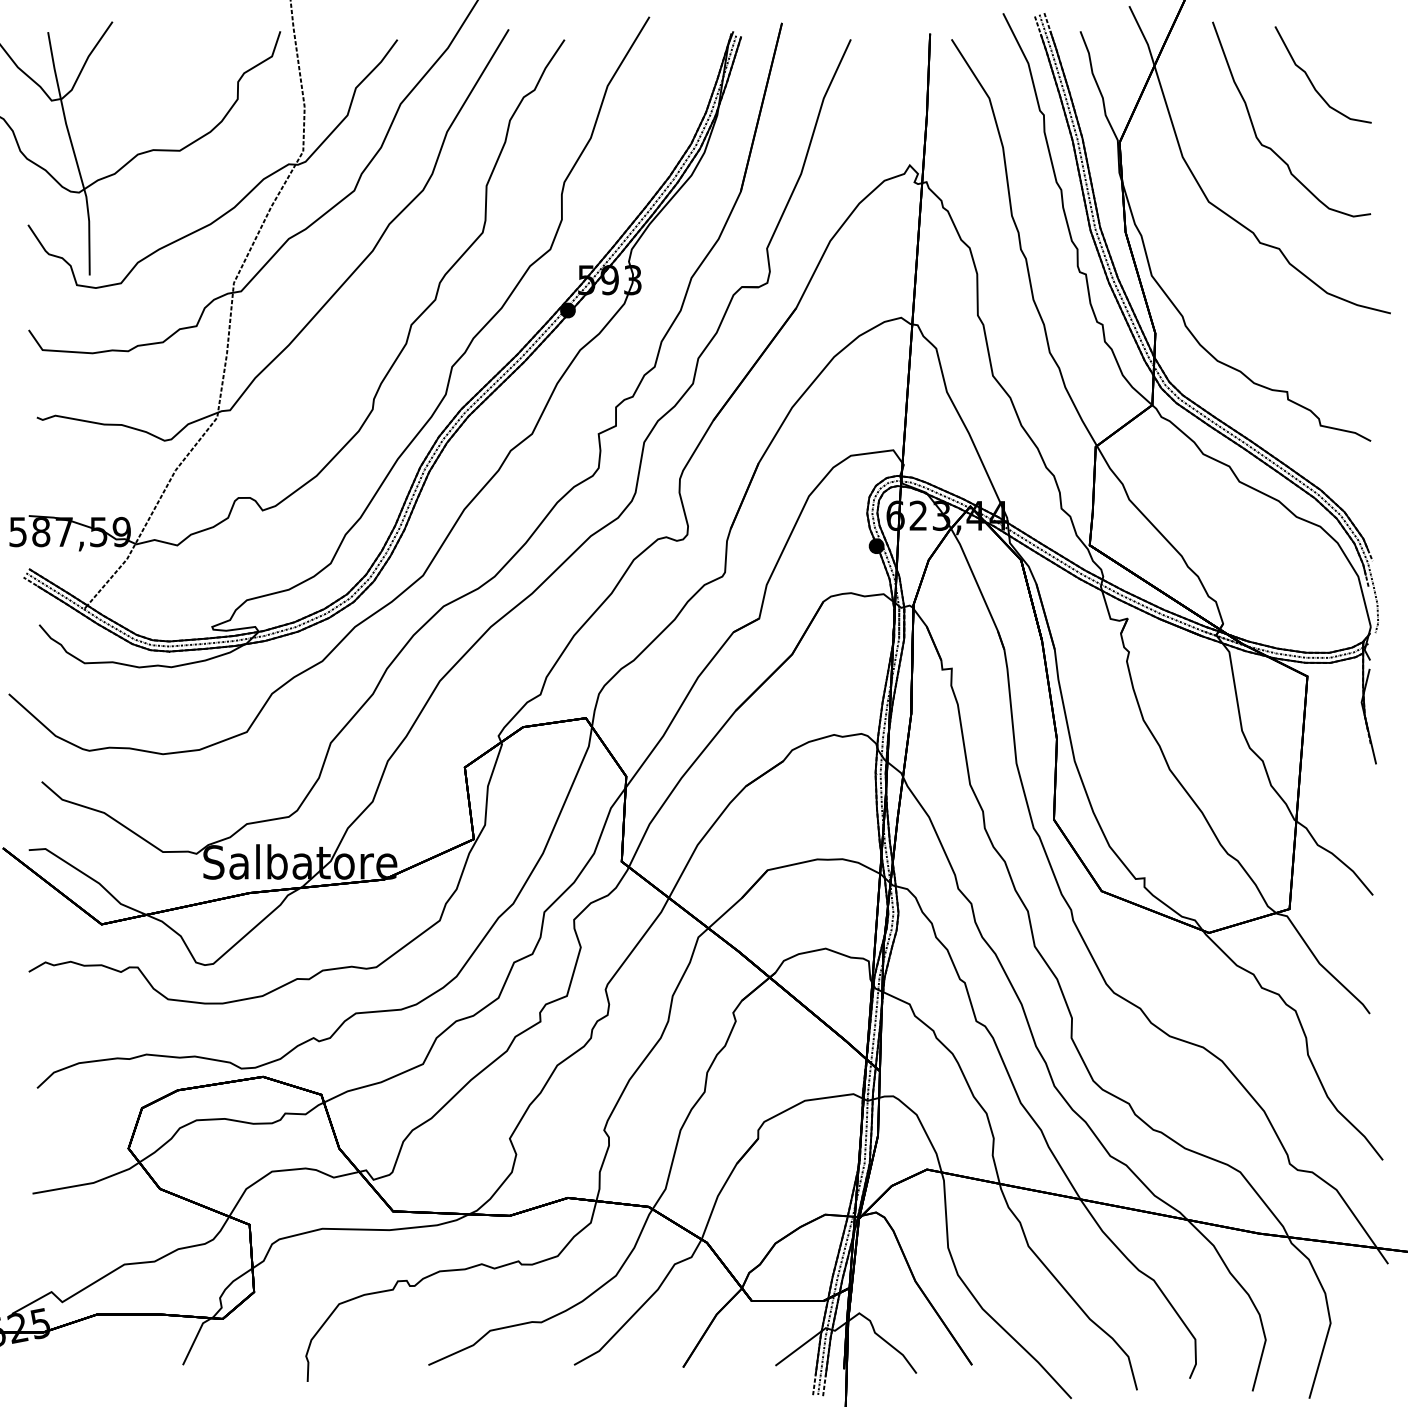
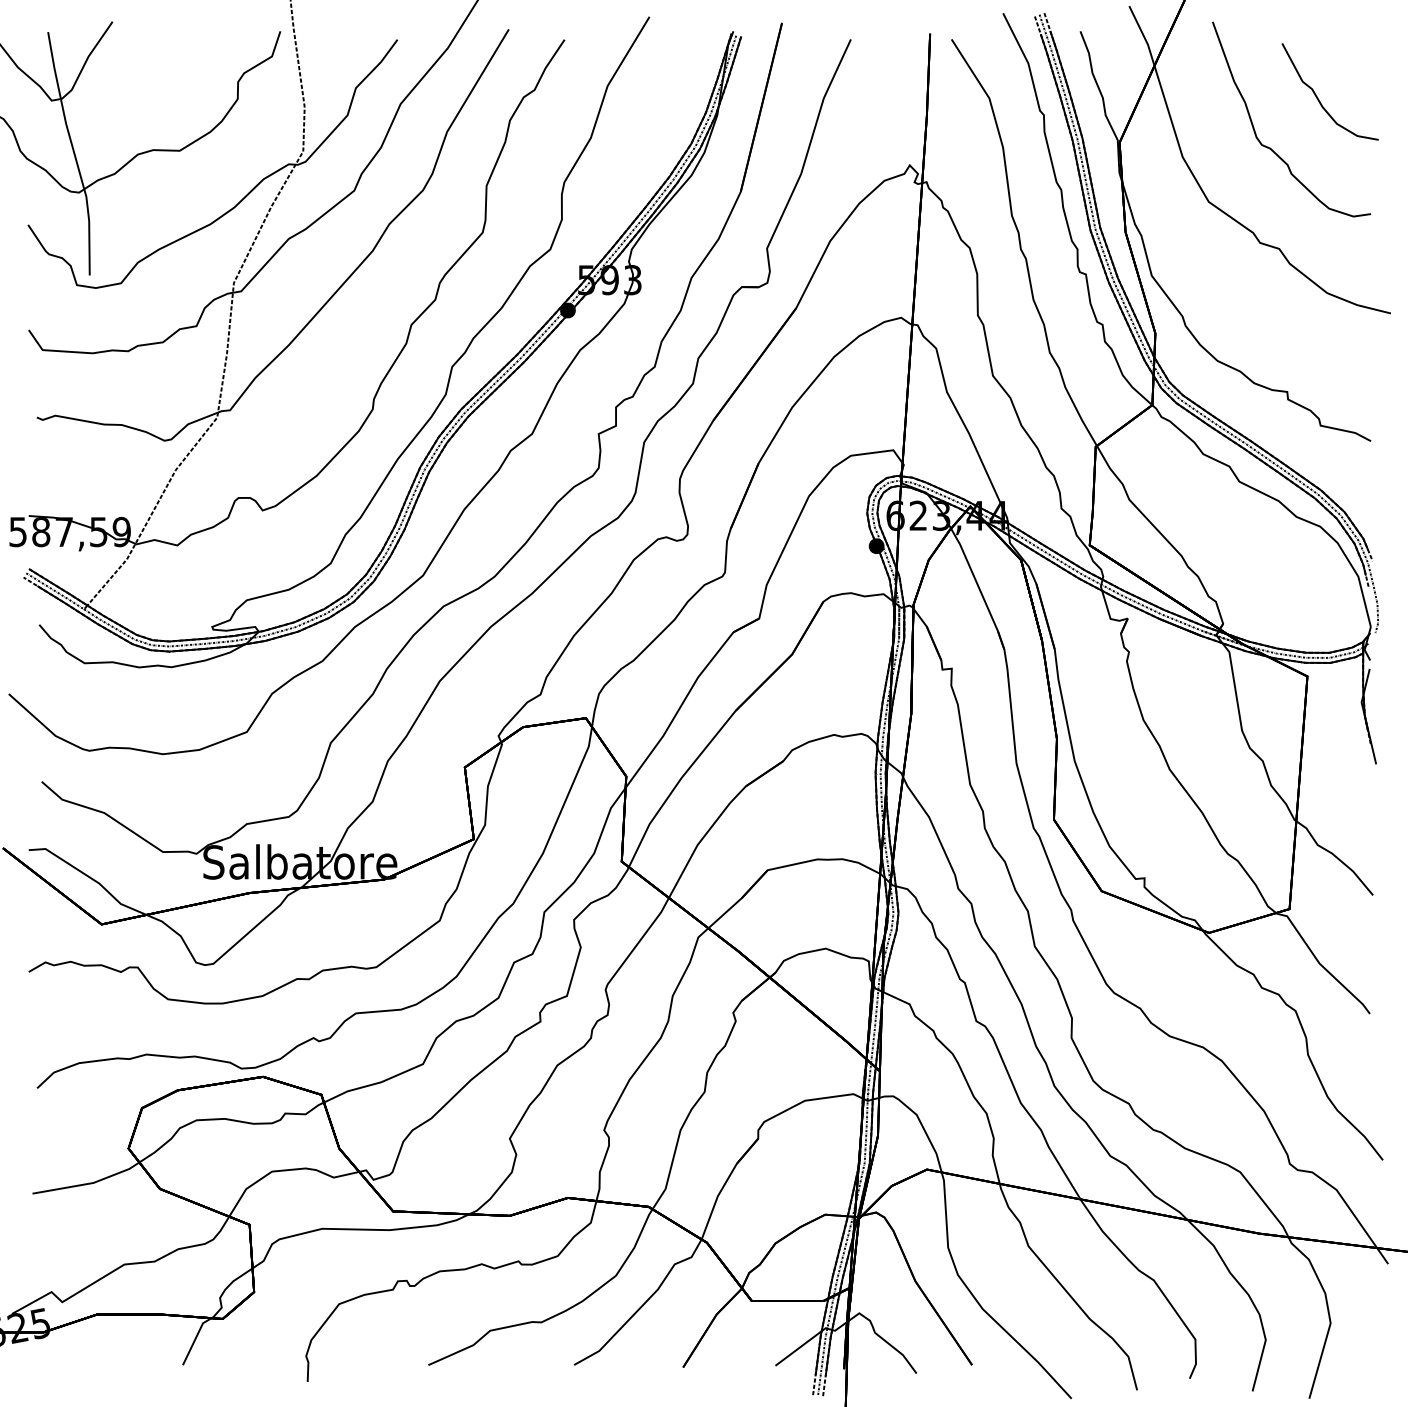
curve at (1311, 80) position: (1311, 80) -> (1318, 97)
